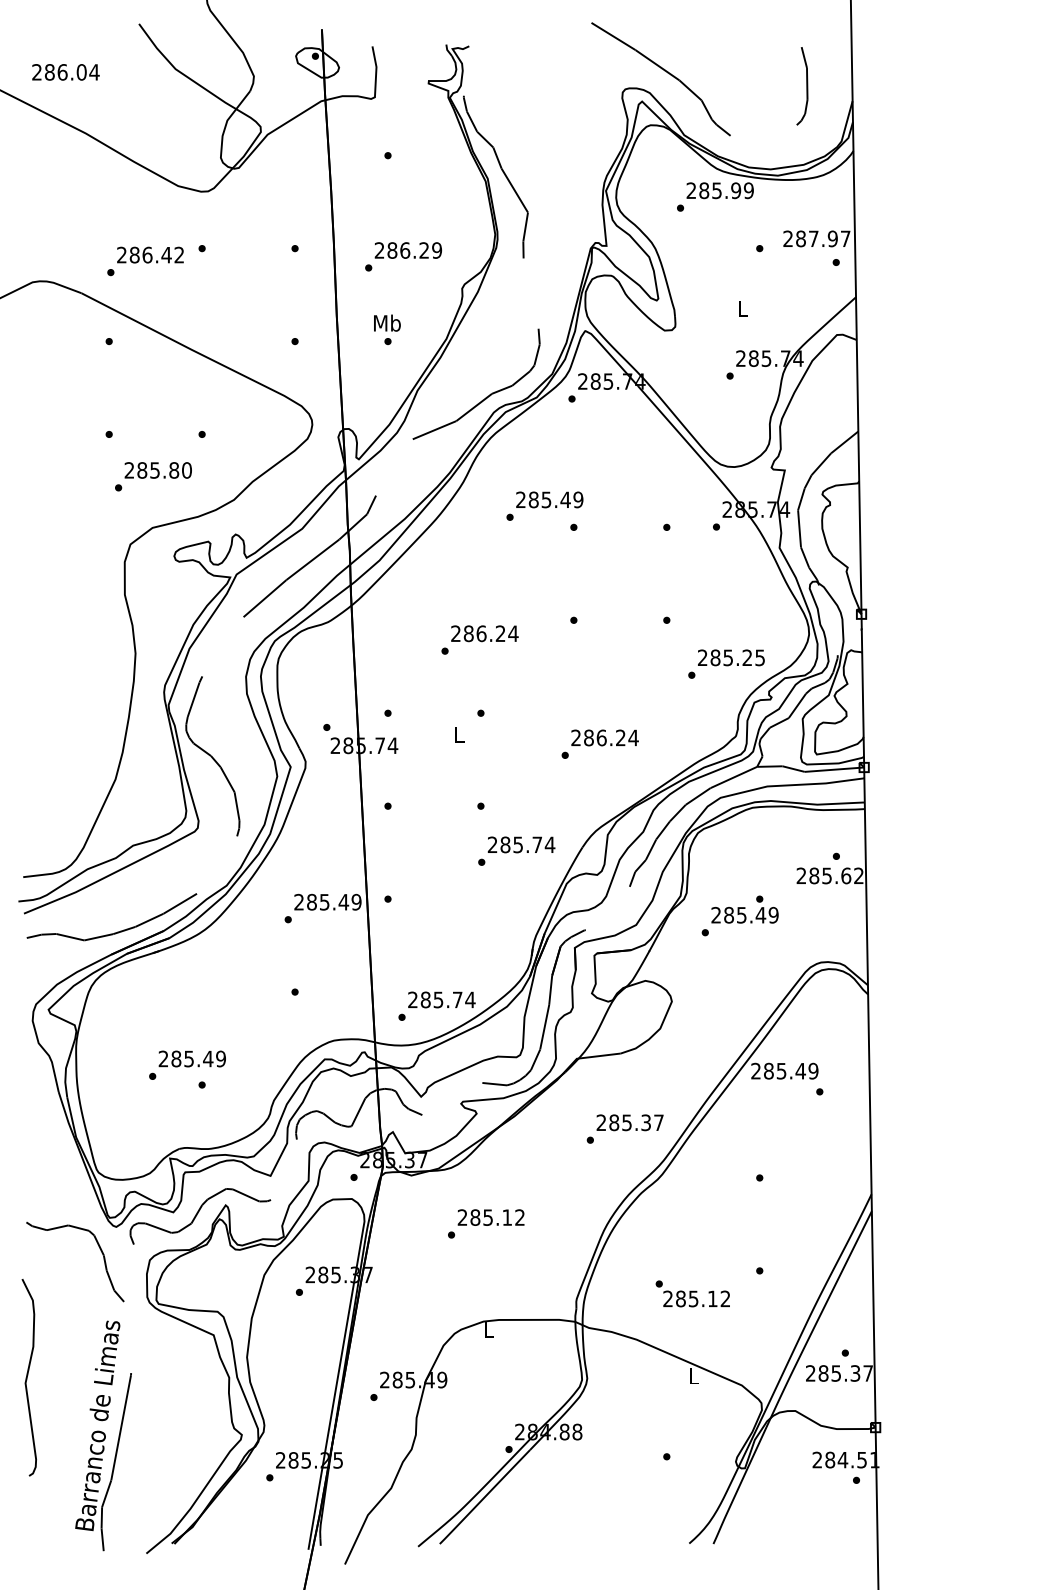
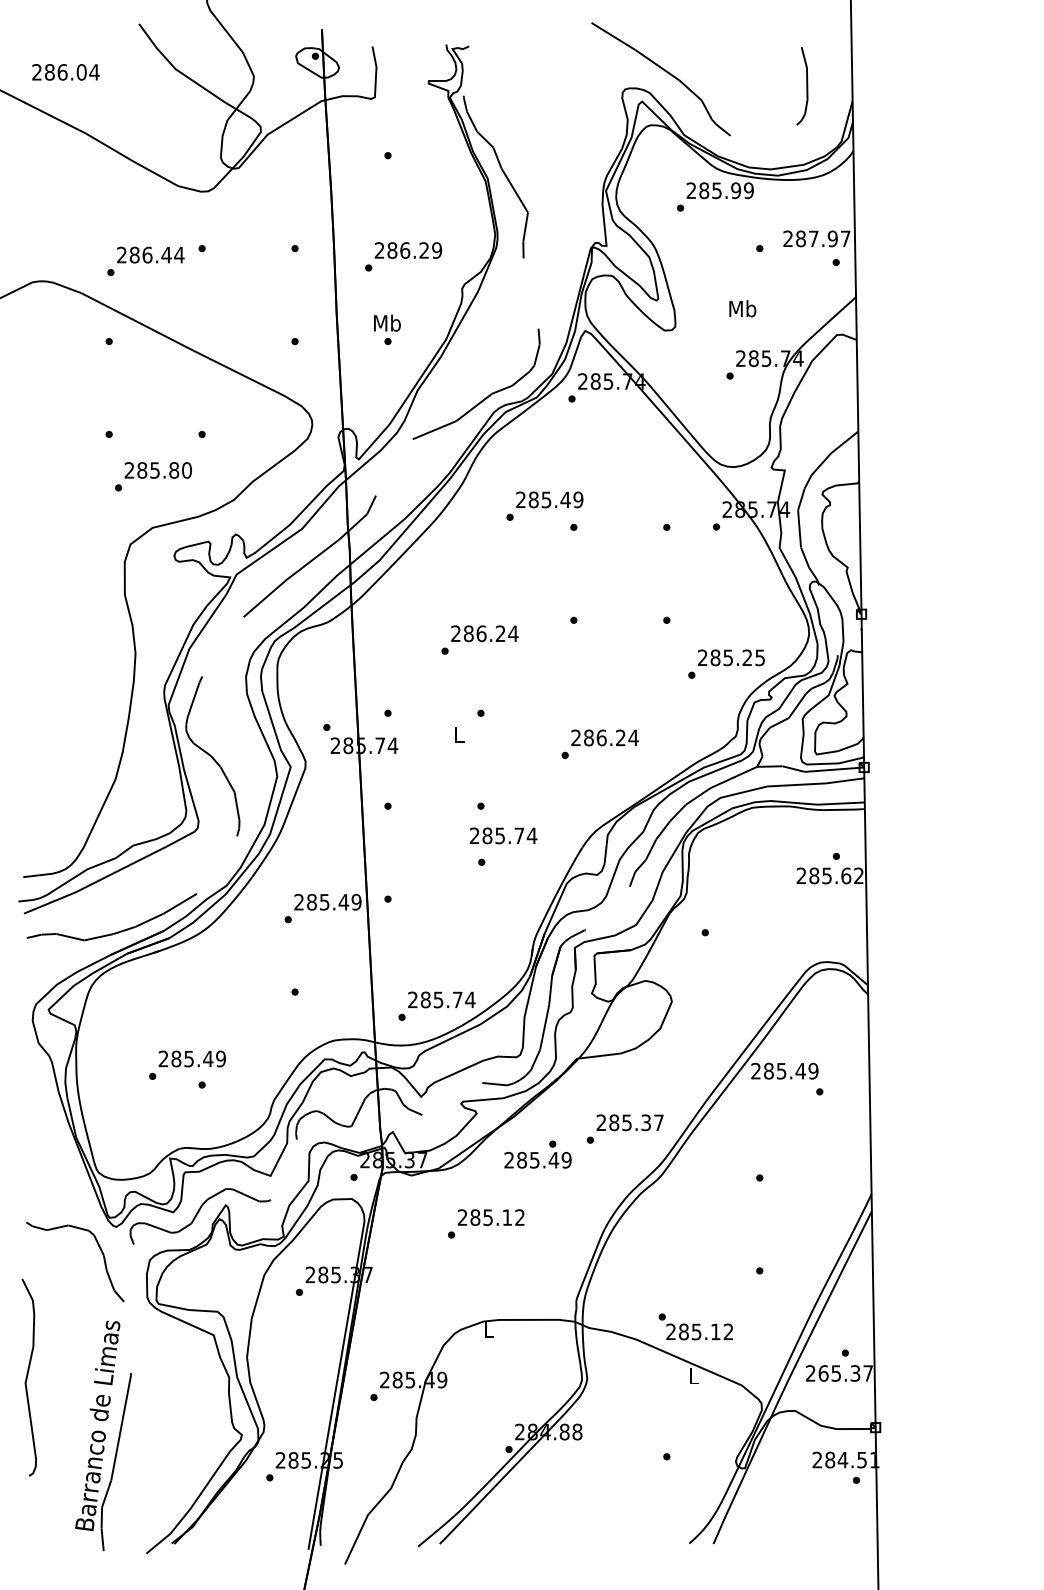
text at (179, 254): 286.42 -> 286.44
text at (742, 308): L -> Mb
text at (521, 844) position: (521, 844) -> (503, 835)
text at (744, 909) position: (744, 909) -> (537, 1154)
text at (692, 1293) position: (692, 1293) -> (695, 1326)
text at (823, 1373): 285.37 -> 265.37
